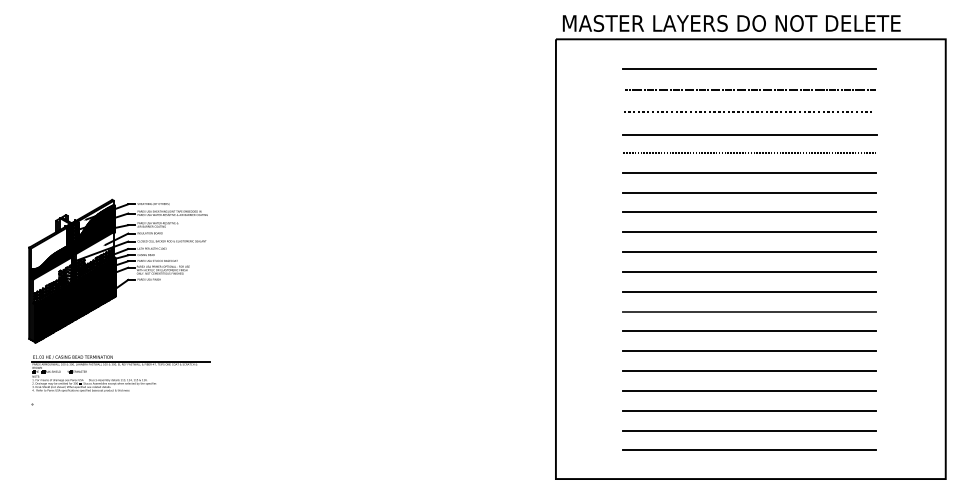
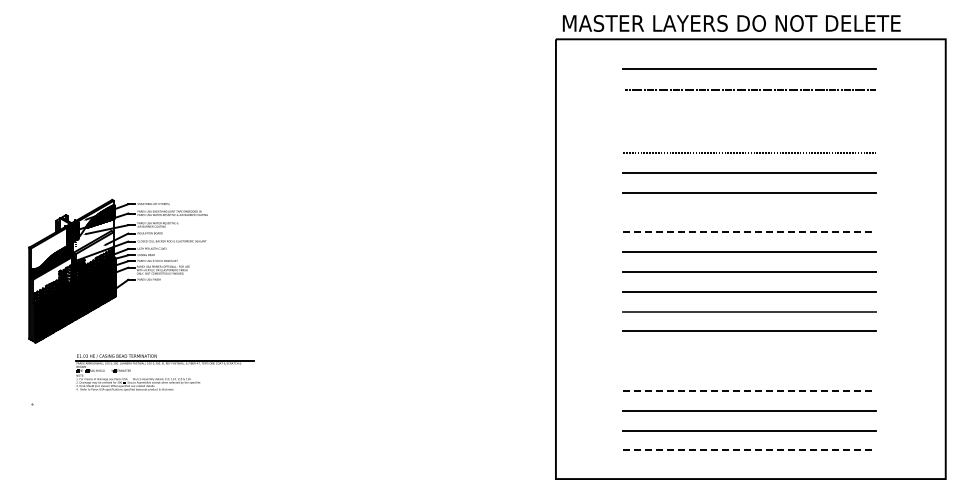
line at (749, 111): present -> none
line at (749, 135): present -> none
line at (748, 212): present -> none
line at (749, 232): solid -> dashed
hatch at (93, 235): present -> none
line at (748, 351): present -> none
line at (748, 371): present -> none
part at (121, 379) position: (121, 379) -> (165, 378)
line at (749, 390): solid -> dashed
line at (749, 450): solid -> dashed
